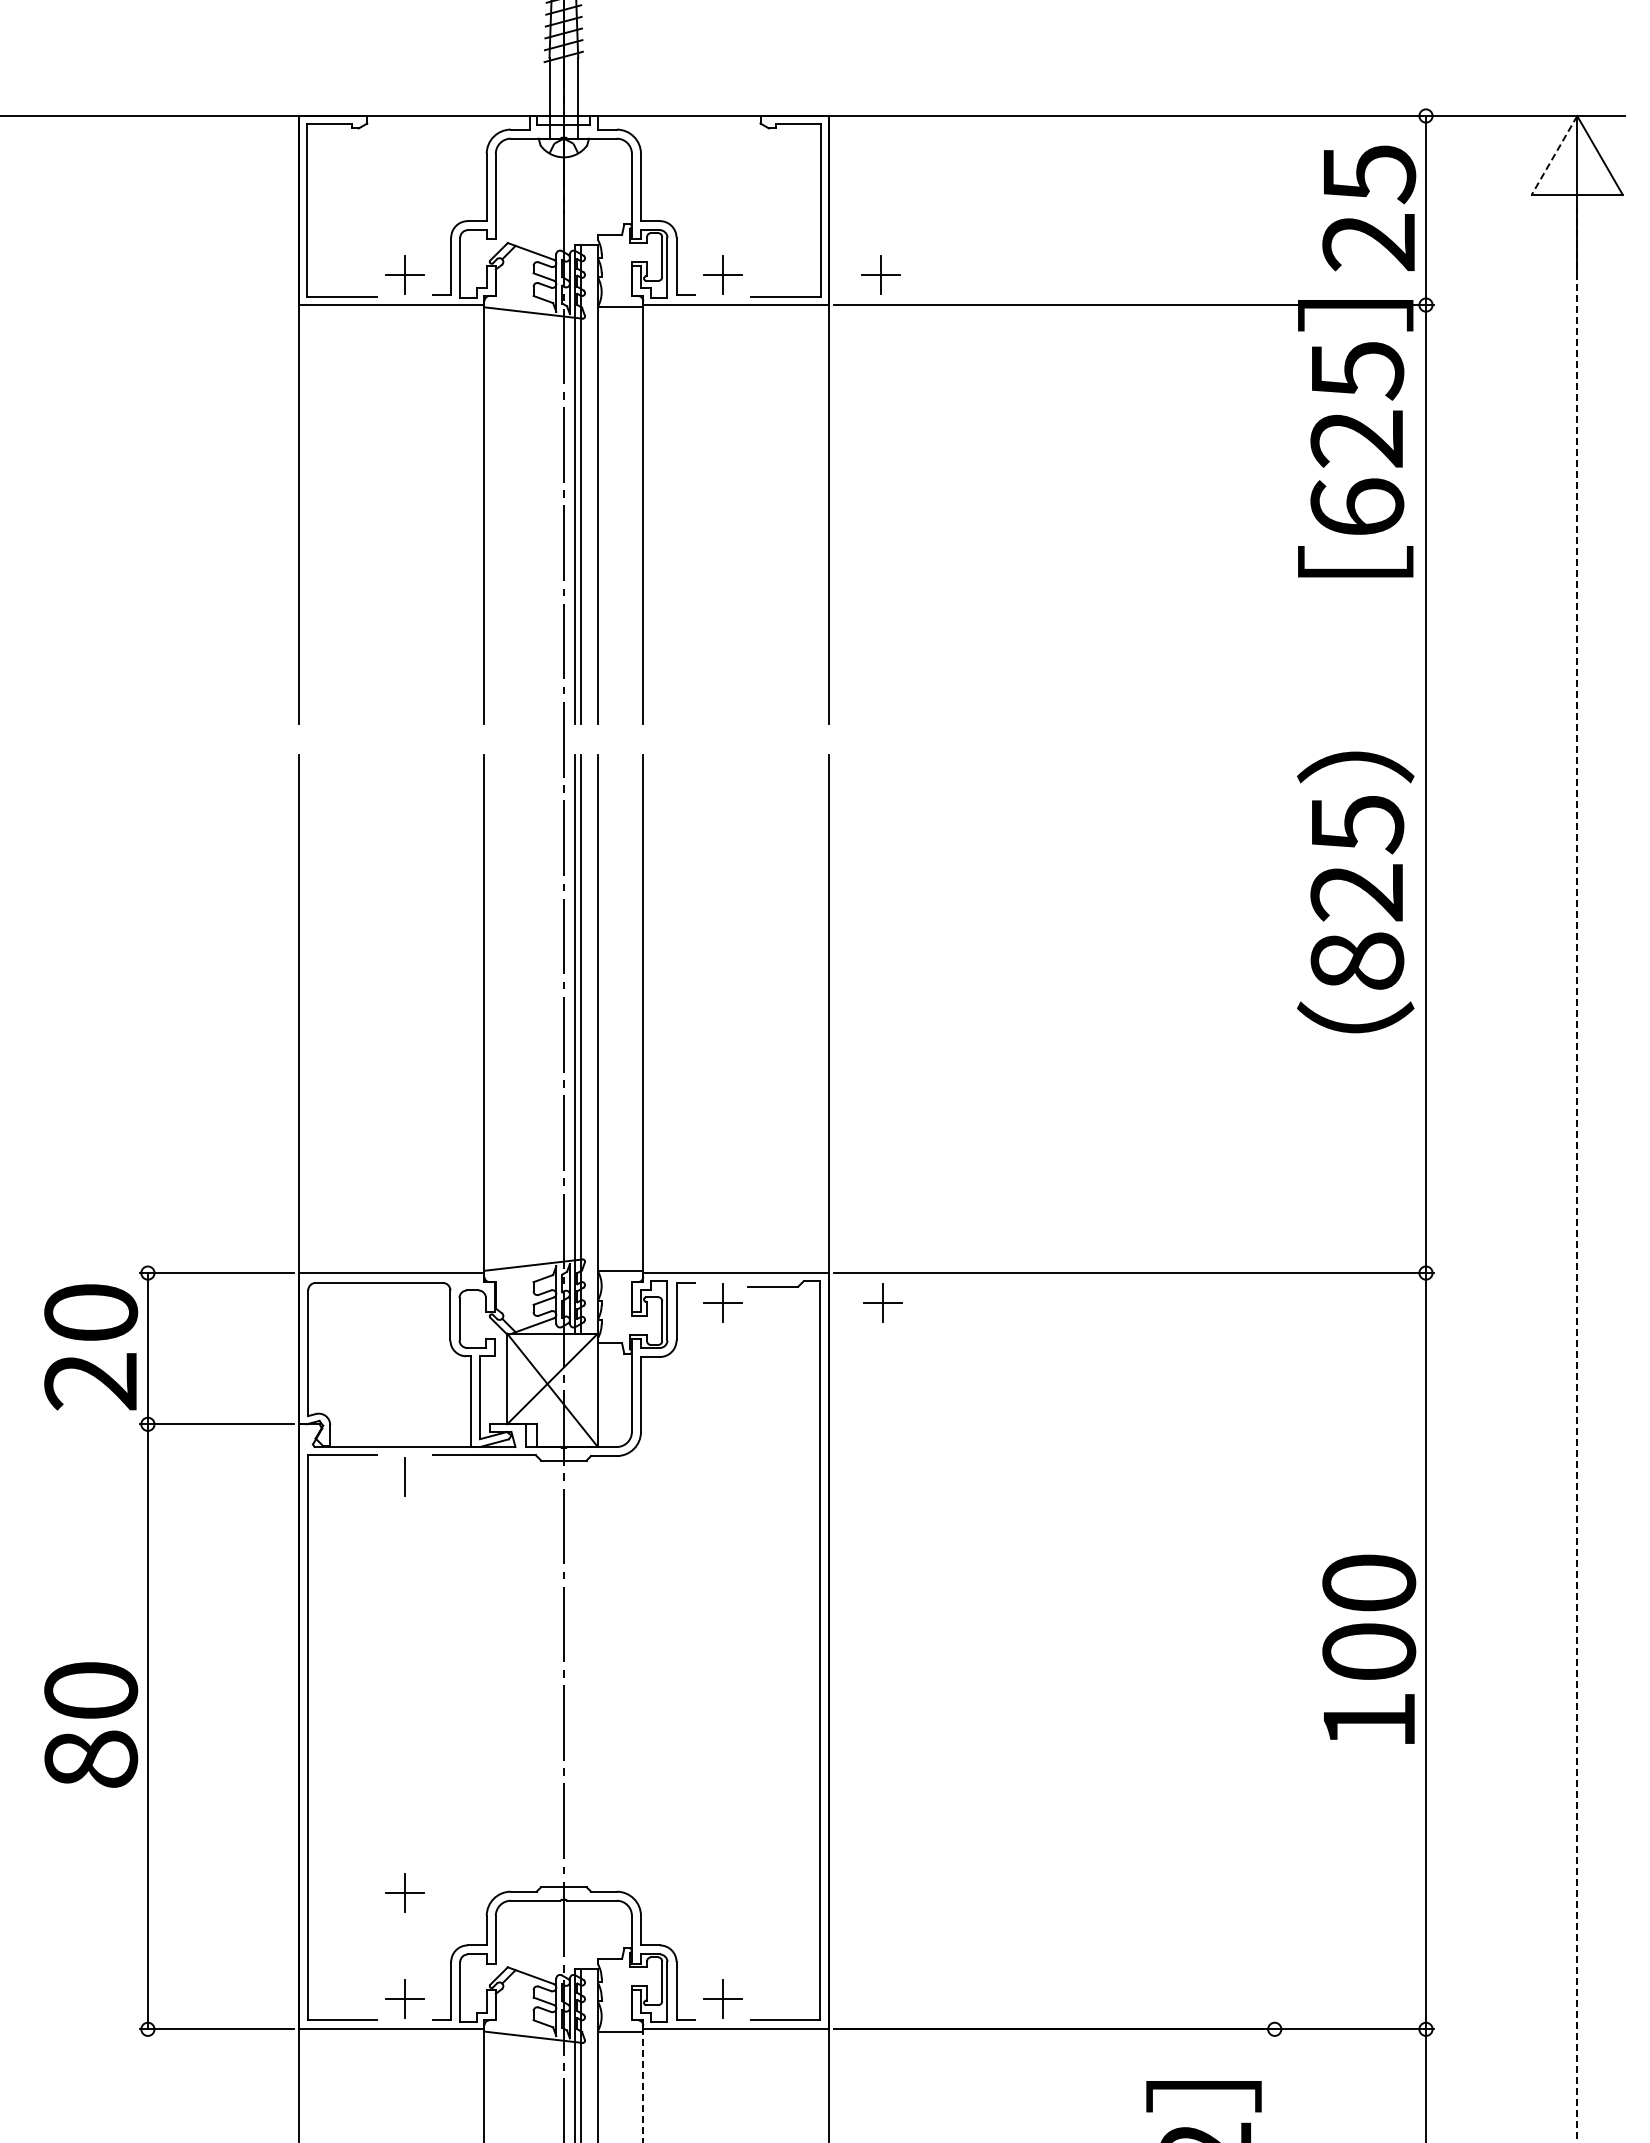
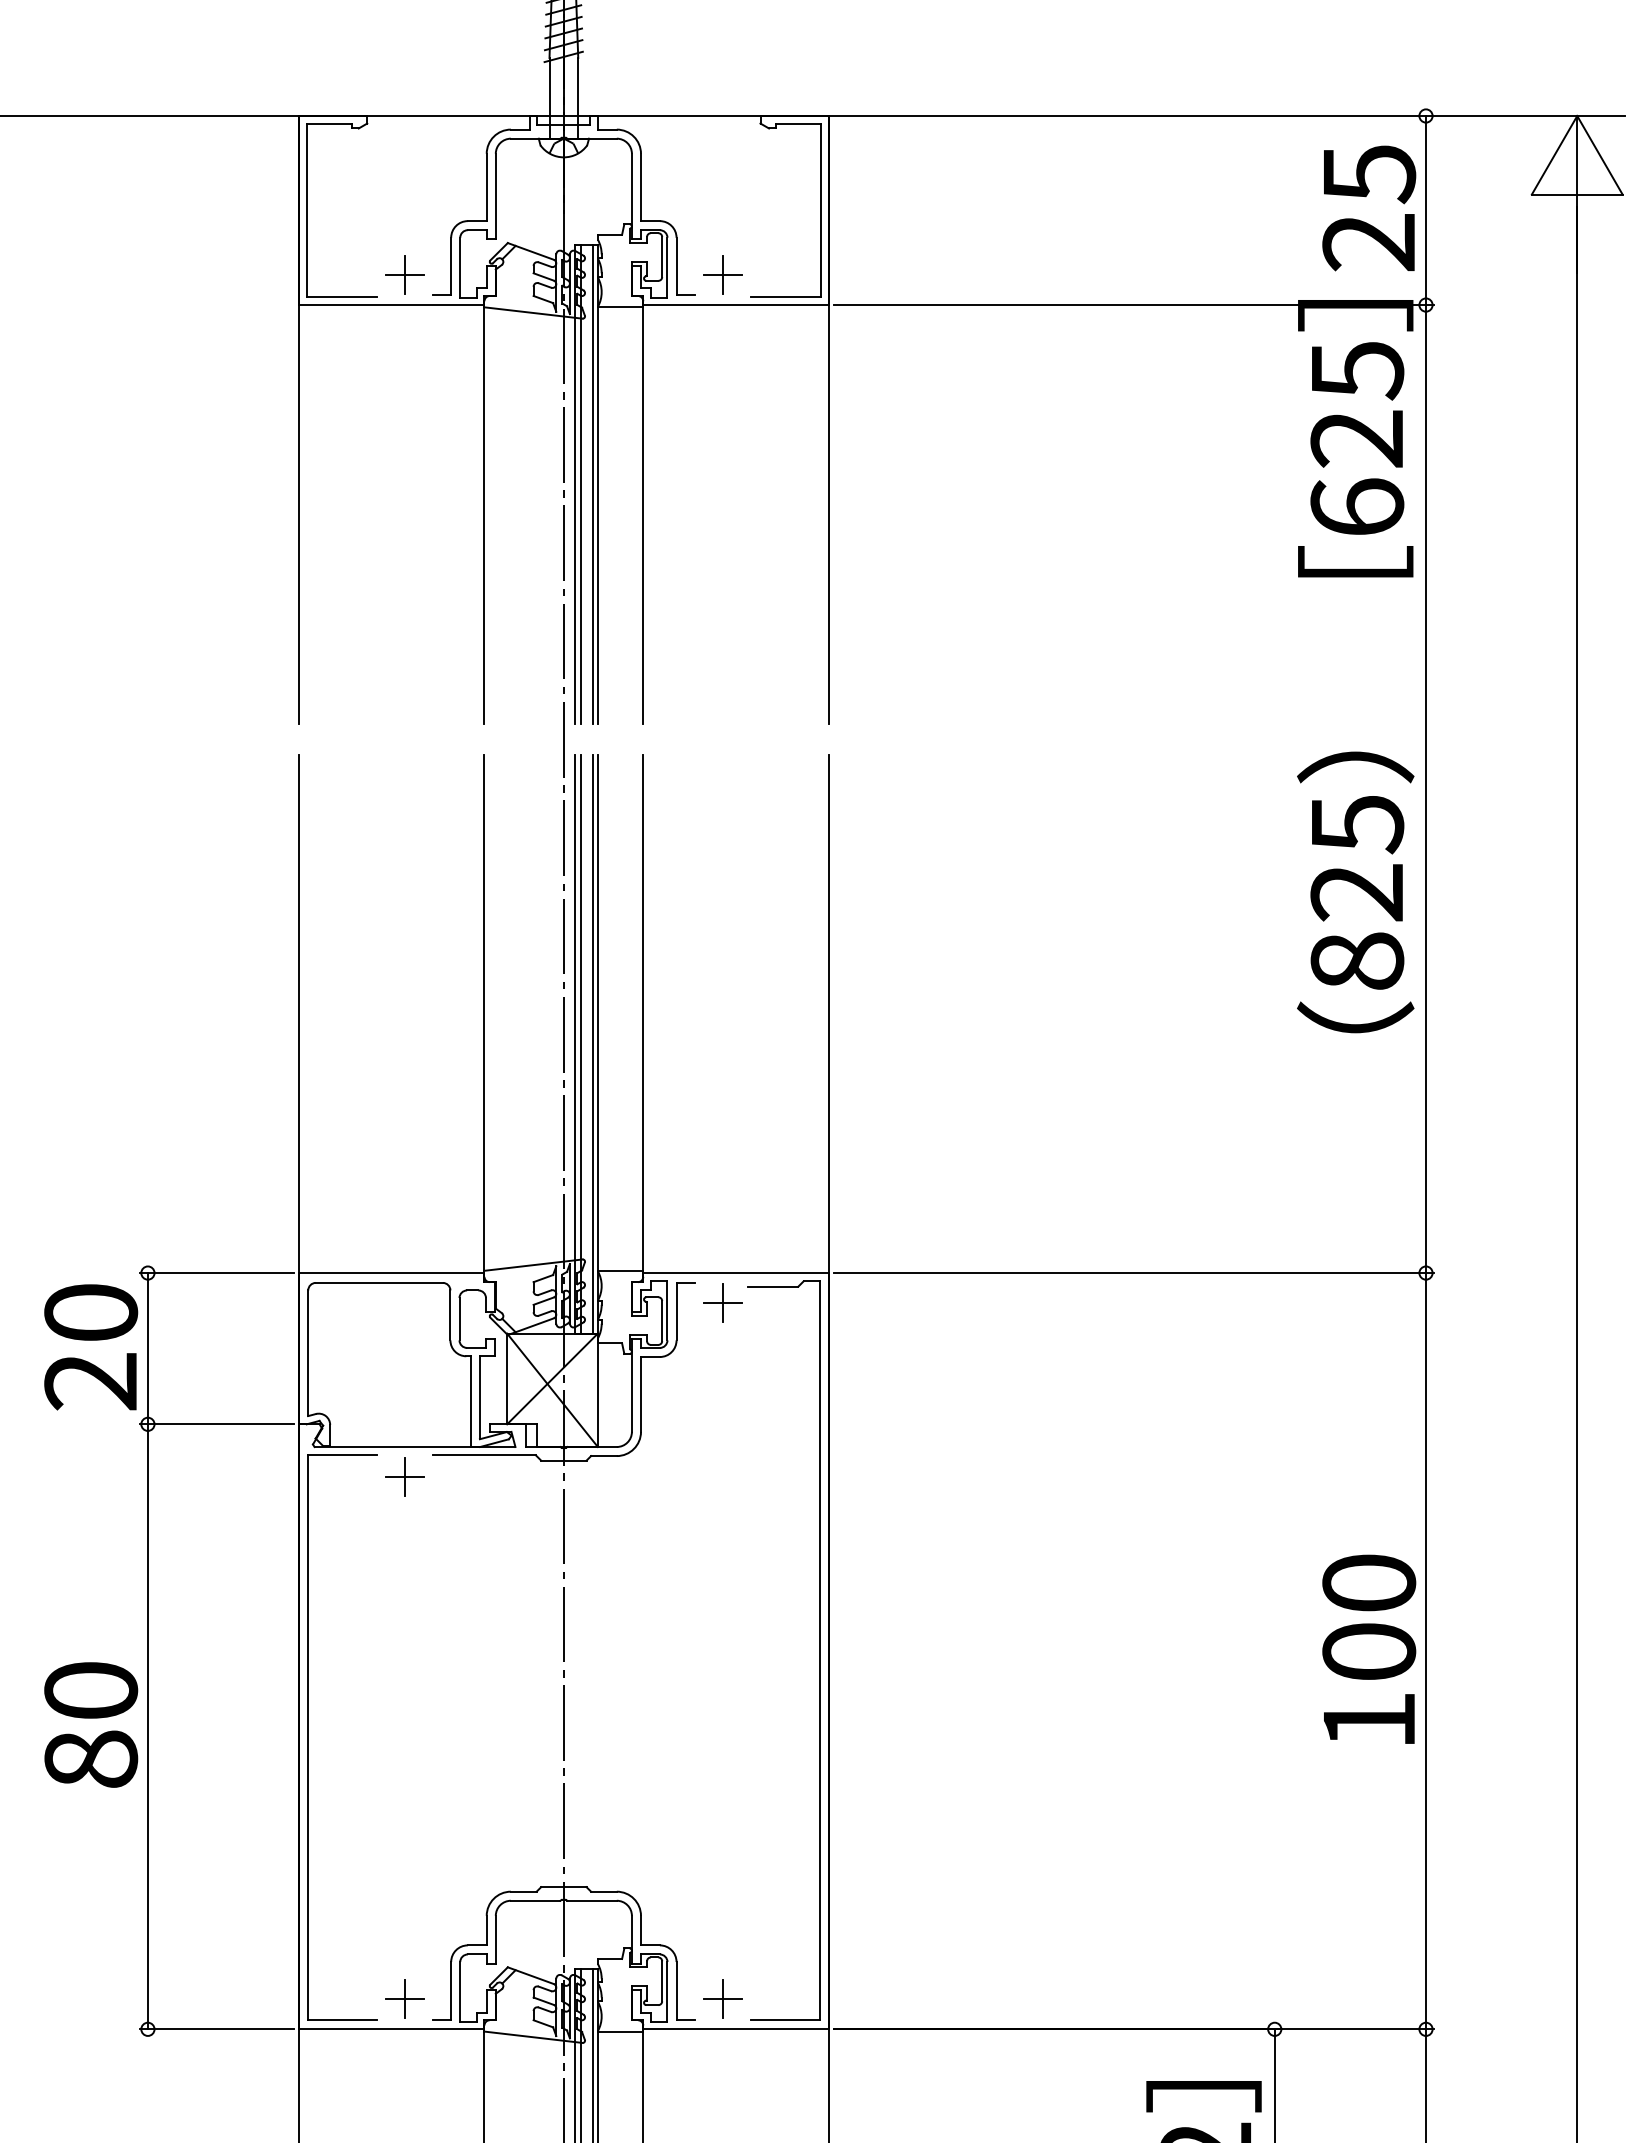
line at (1554, 155): dashed -> solid
part at (880, 274): present -> none
line at (592, 484): none -> present
line at (592, 1044): none -> present
line at (1577, 1174): dashed -> solid
part at (882, 1302): present -> none
line at (404, 1477): none -> present
part at (404, 1892): present -> none
line at (592, 2053): none -> present
line at (1274, 2084): none -> present
line at (643, 2085): dashed -> solid
